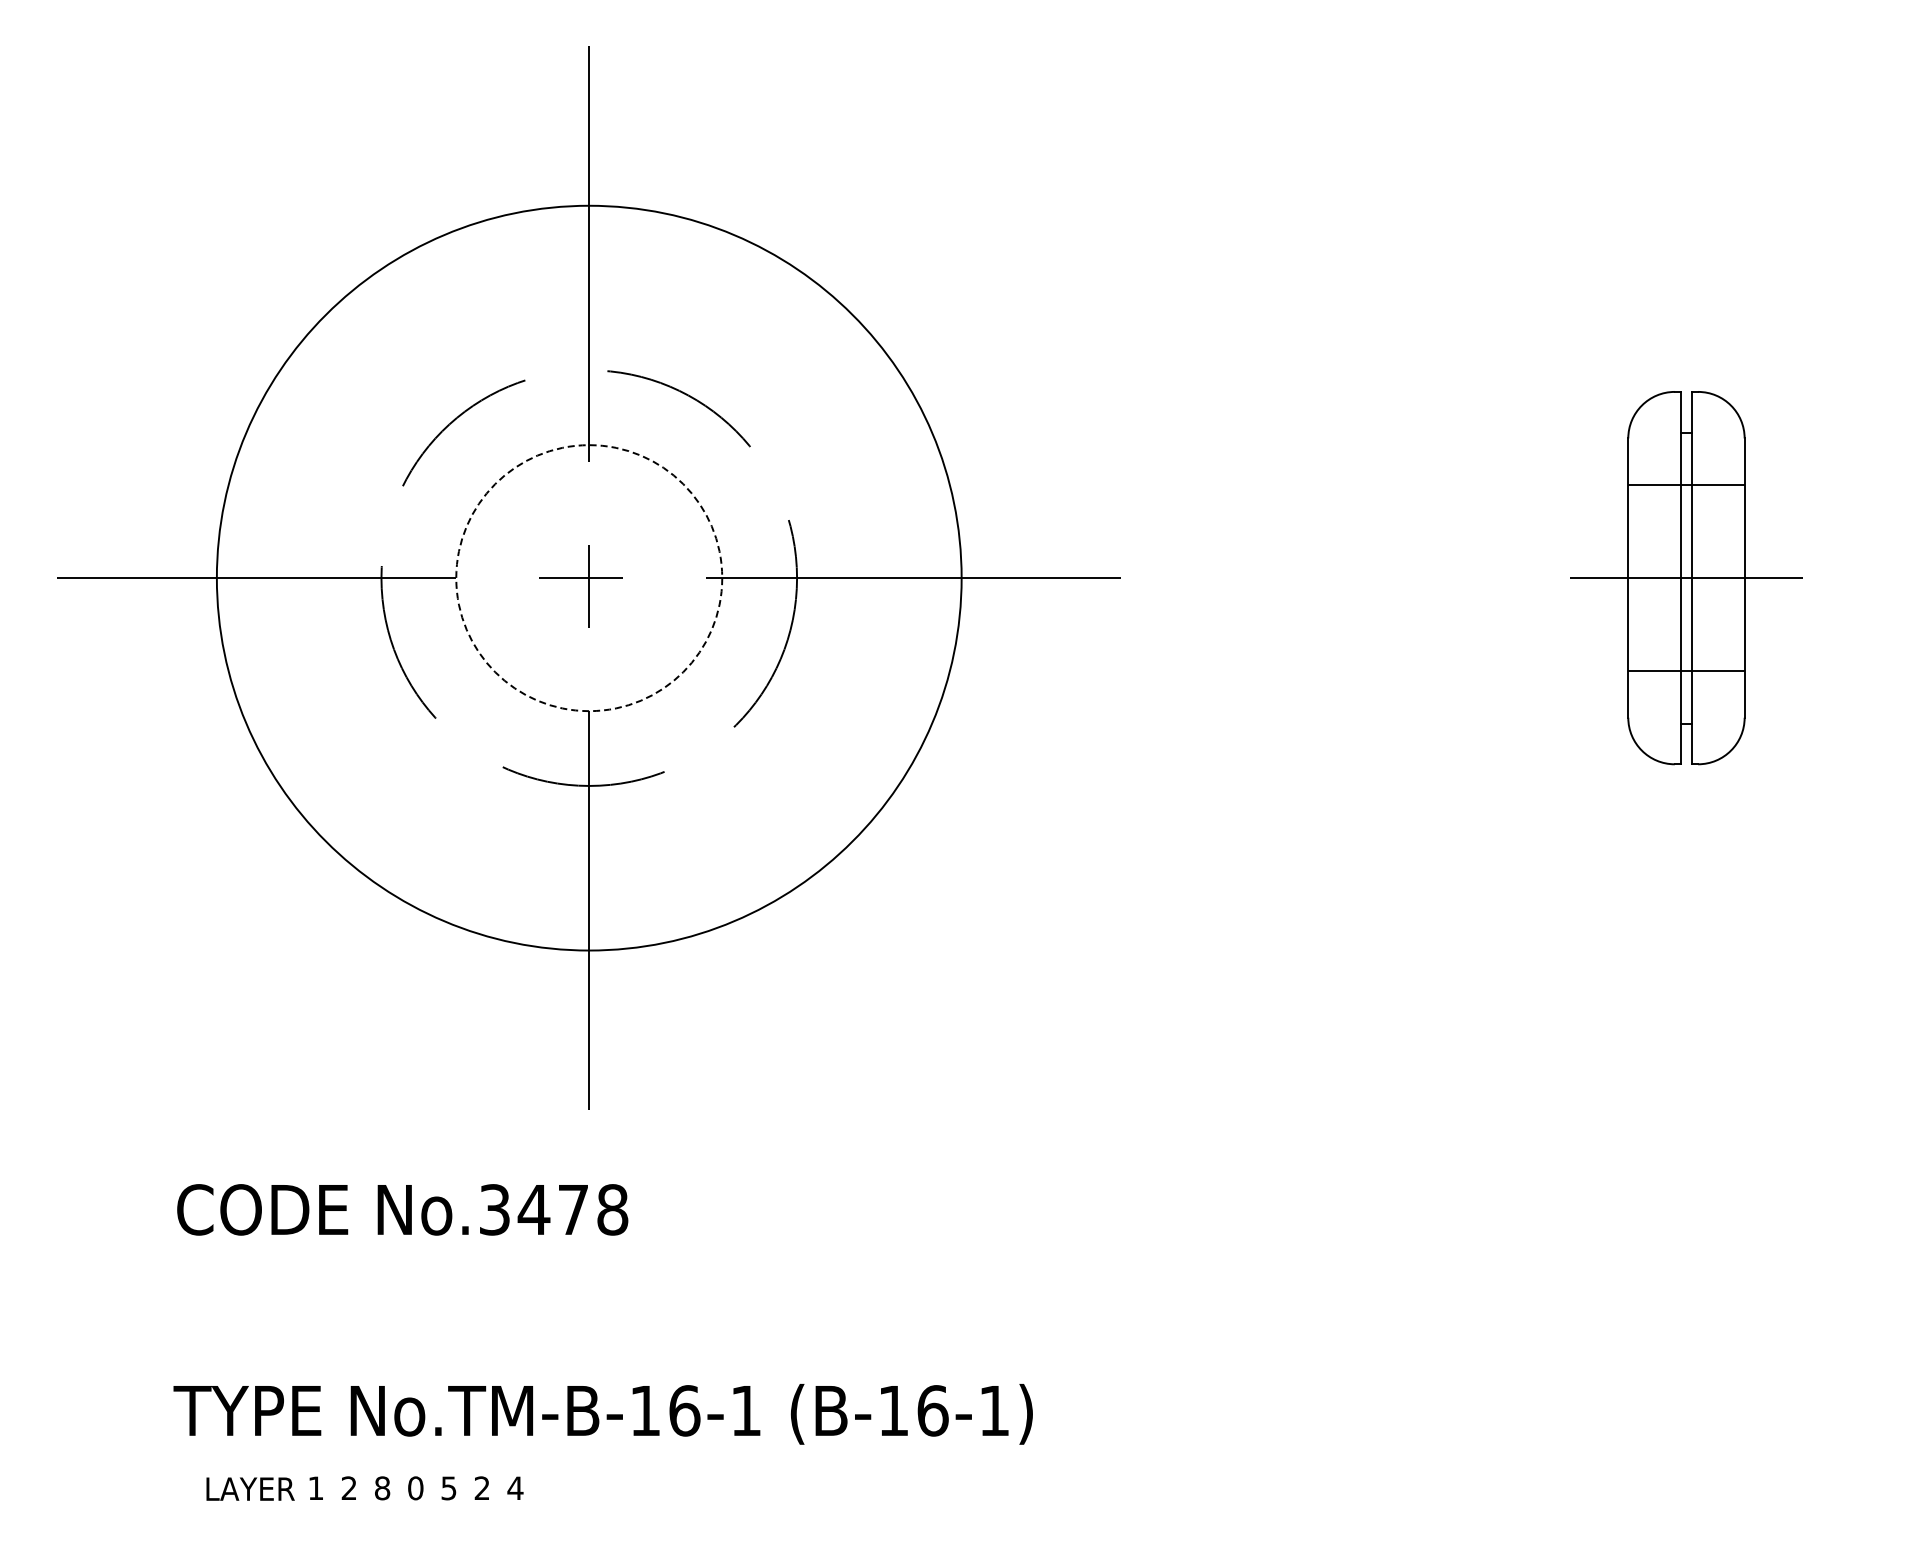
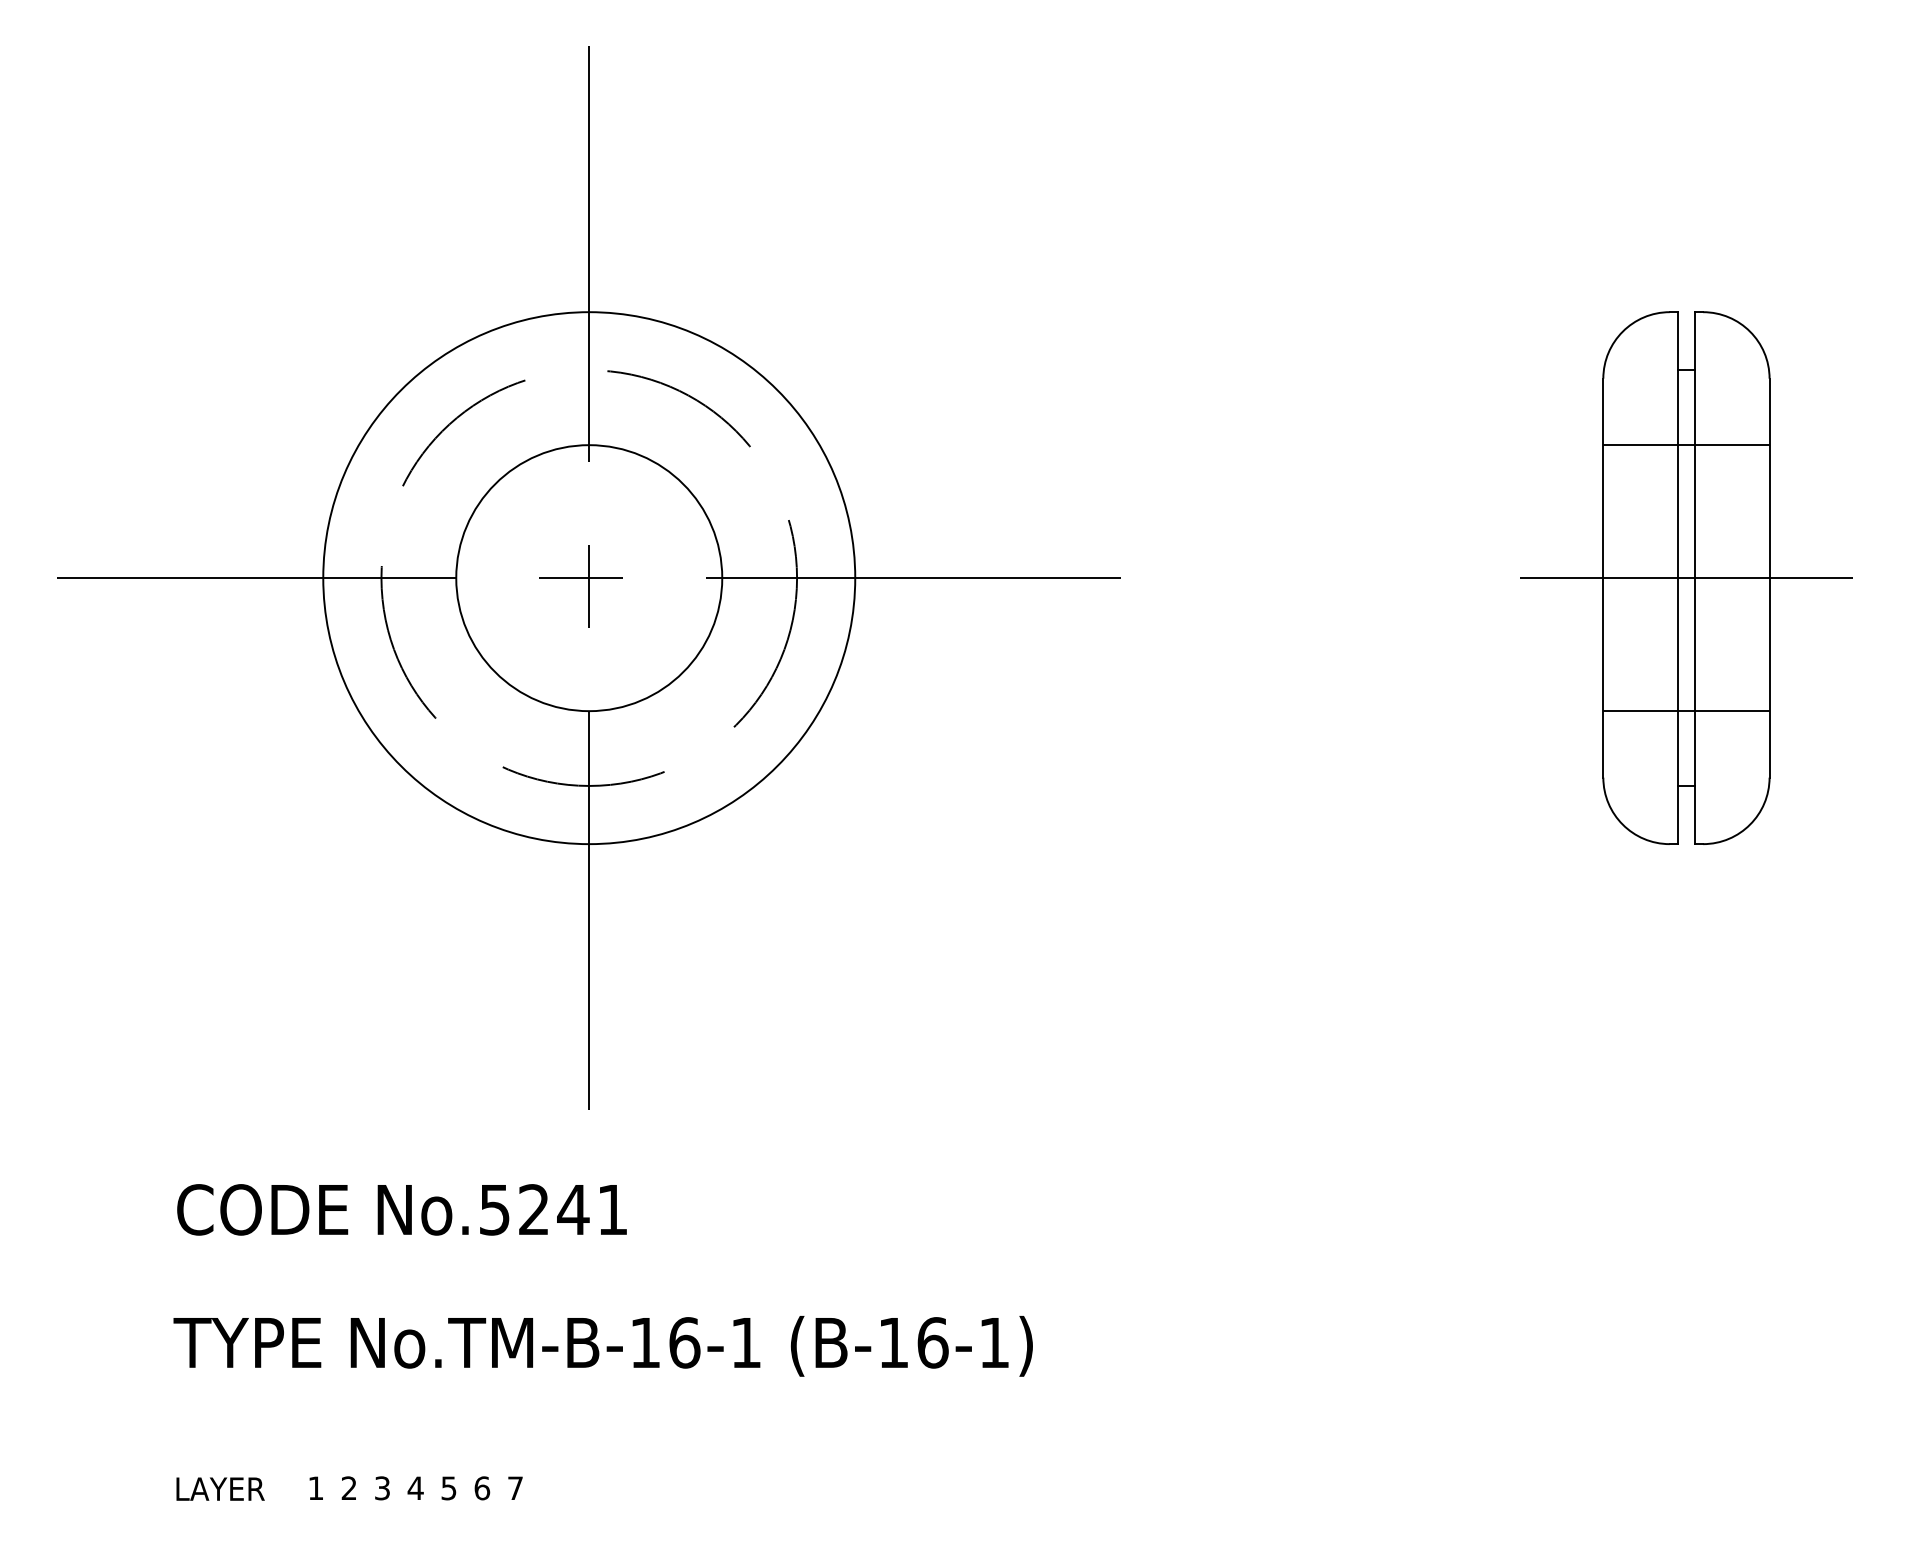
circle at (588, 577) diameter: 745 px -> 532 px
circle at (589, 578): dashed -> solid
part at (1686, 578) size: 233x375 px -> 333x534 px
text at (554, 1209): No.3478 -> No.5241
text at (602, 1414) position: (602, 1414) -> (602, 1346)
text at (515, 1487): 4 -> 7
text at (250, 1488) position: (250, 1488) -> (220, 1488)
text at (382, 1488): 8 -> 3
text at (415, 1488): 0 -> 4
text at (482, 1488): 2 -> 6
